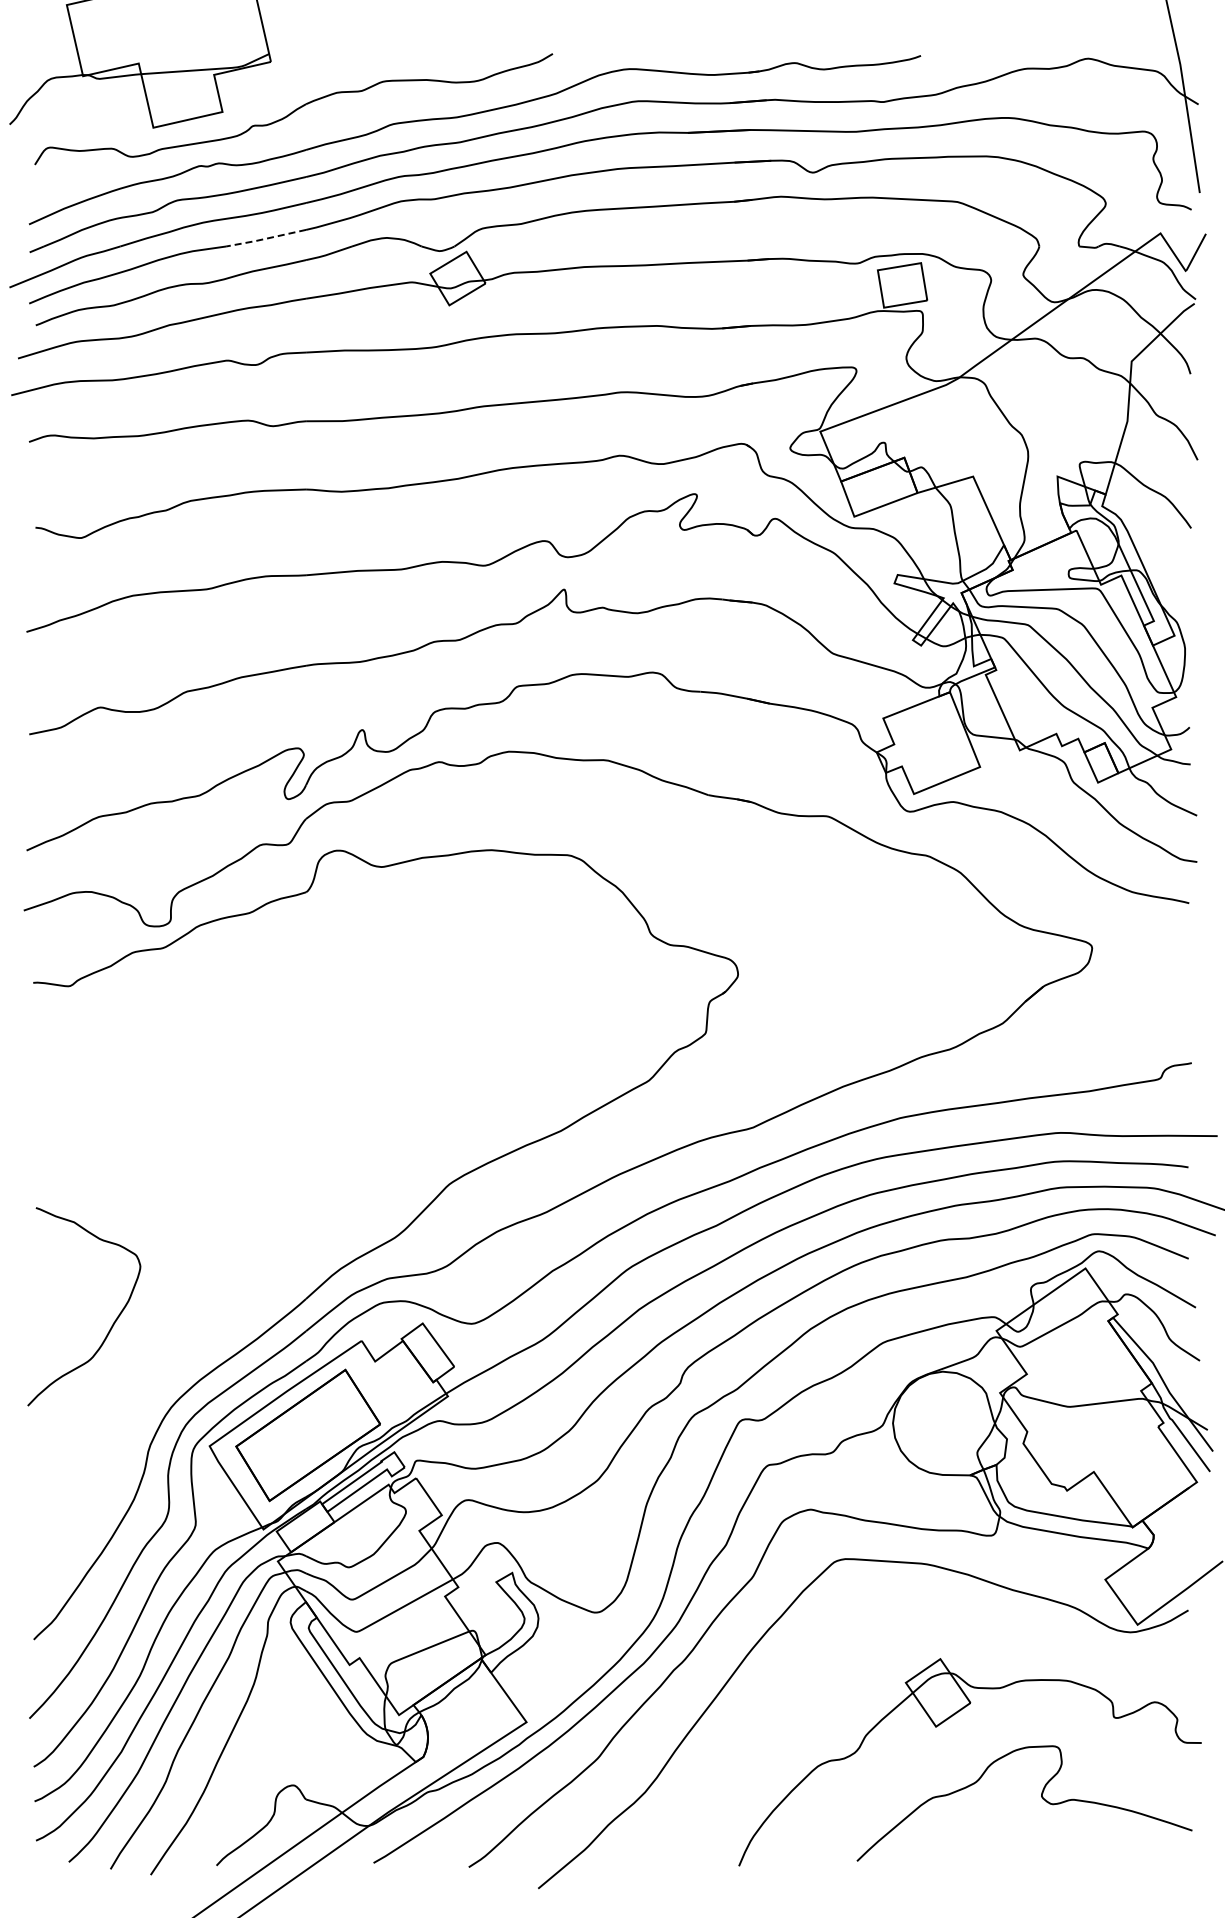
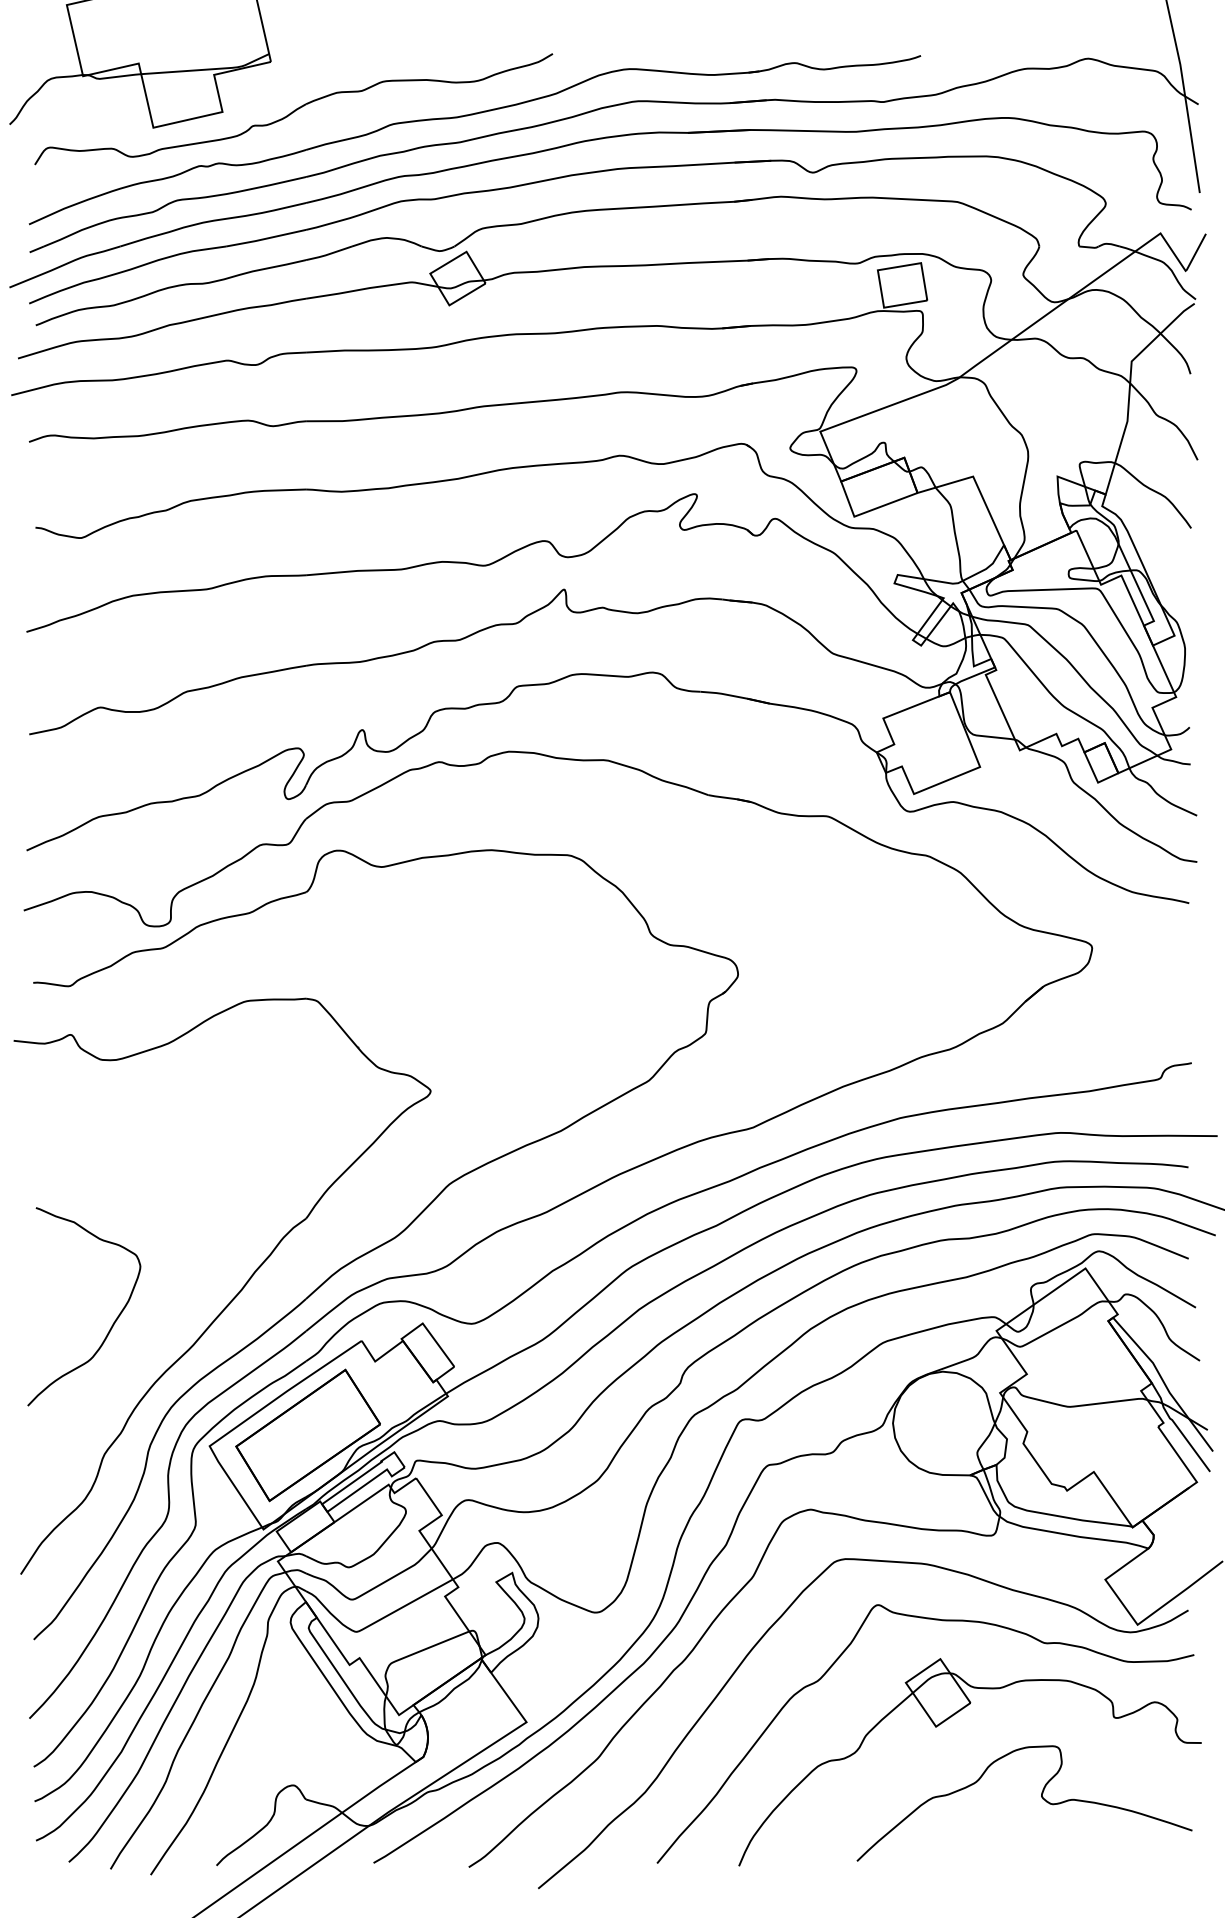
line at (265, 238): dashed -> solid
part at (234, 1296): none -> present
curve at (942, 1621): none -> present
